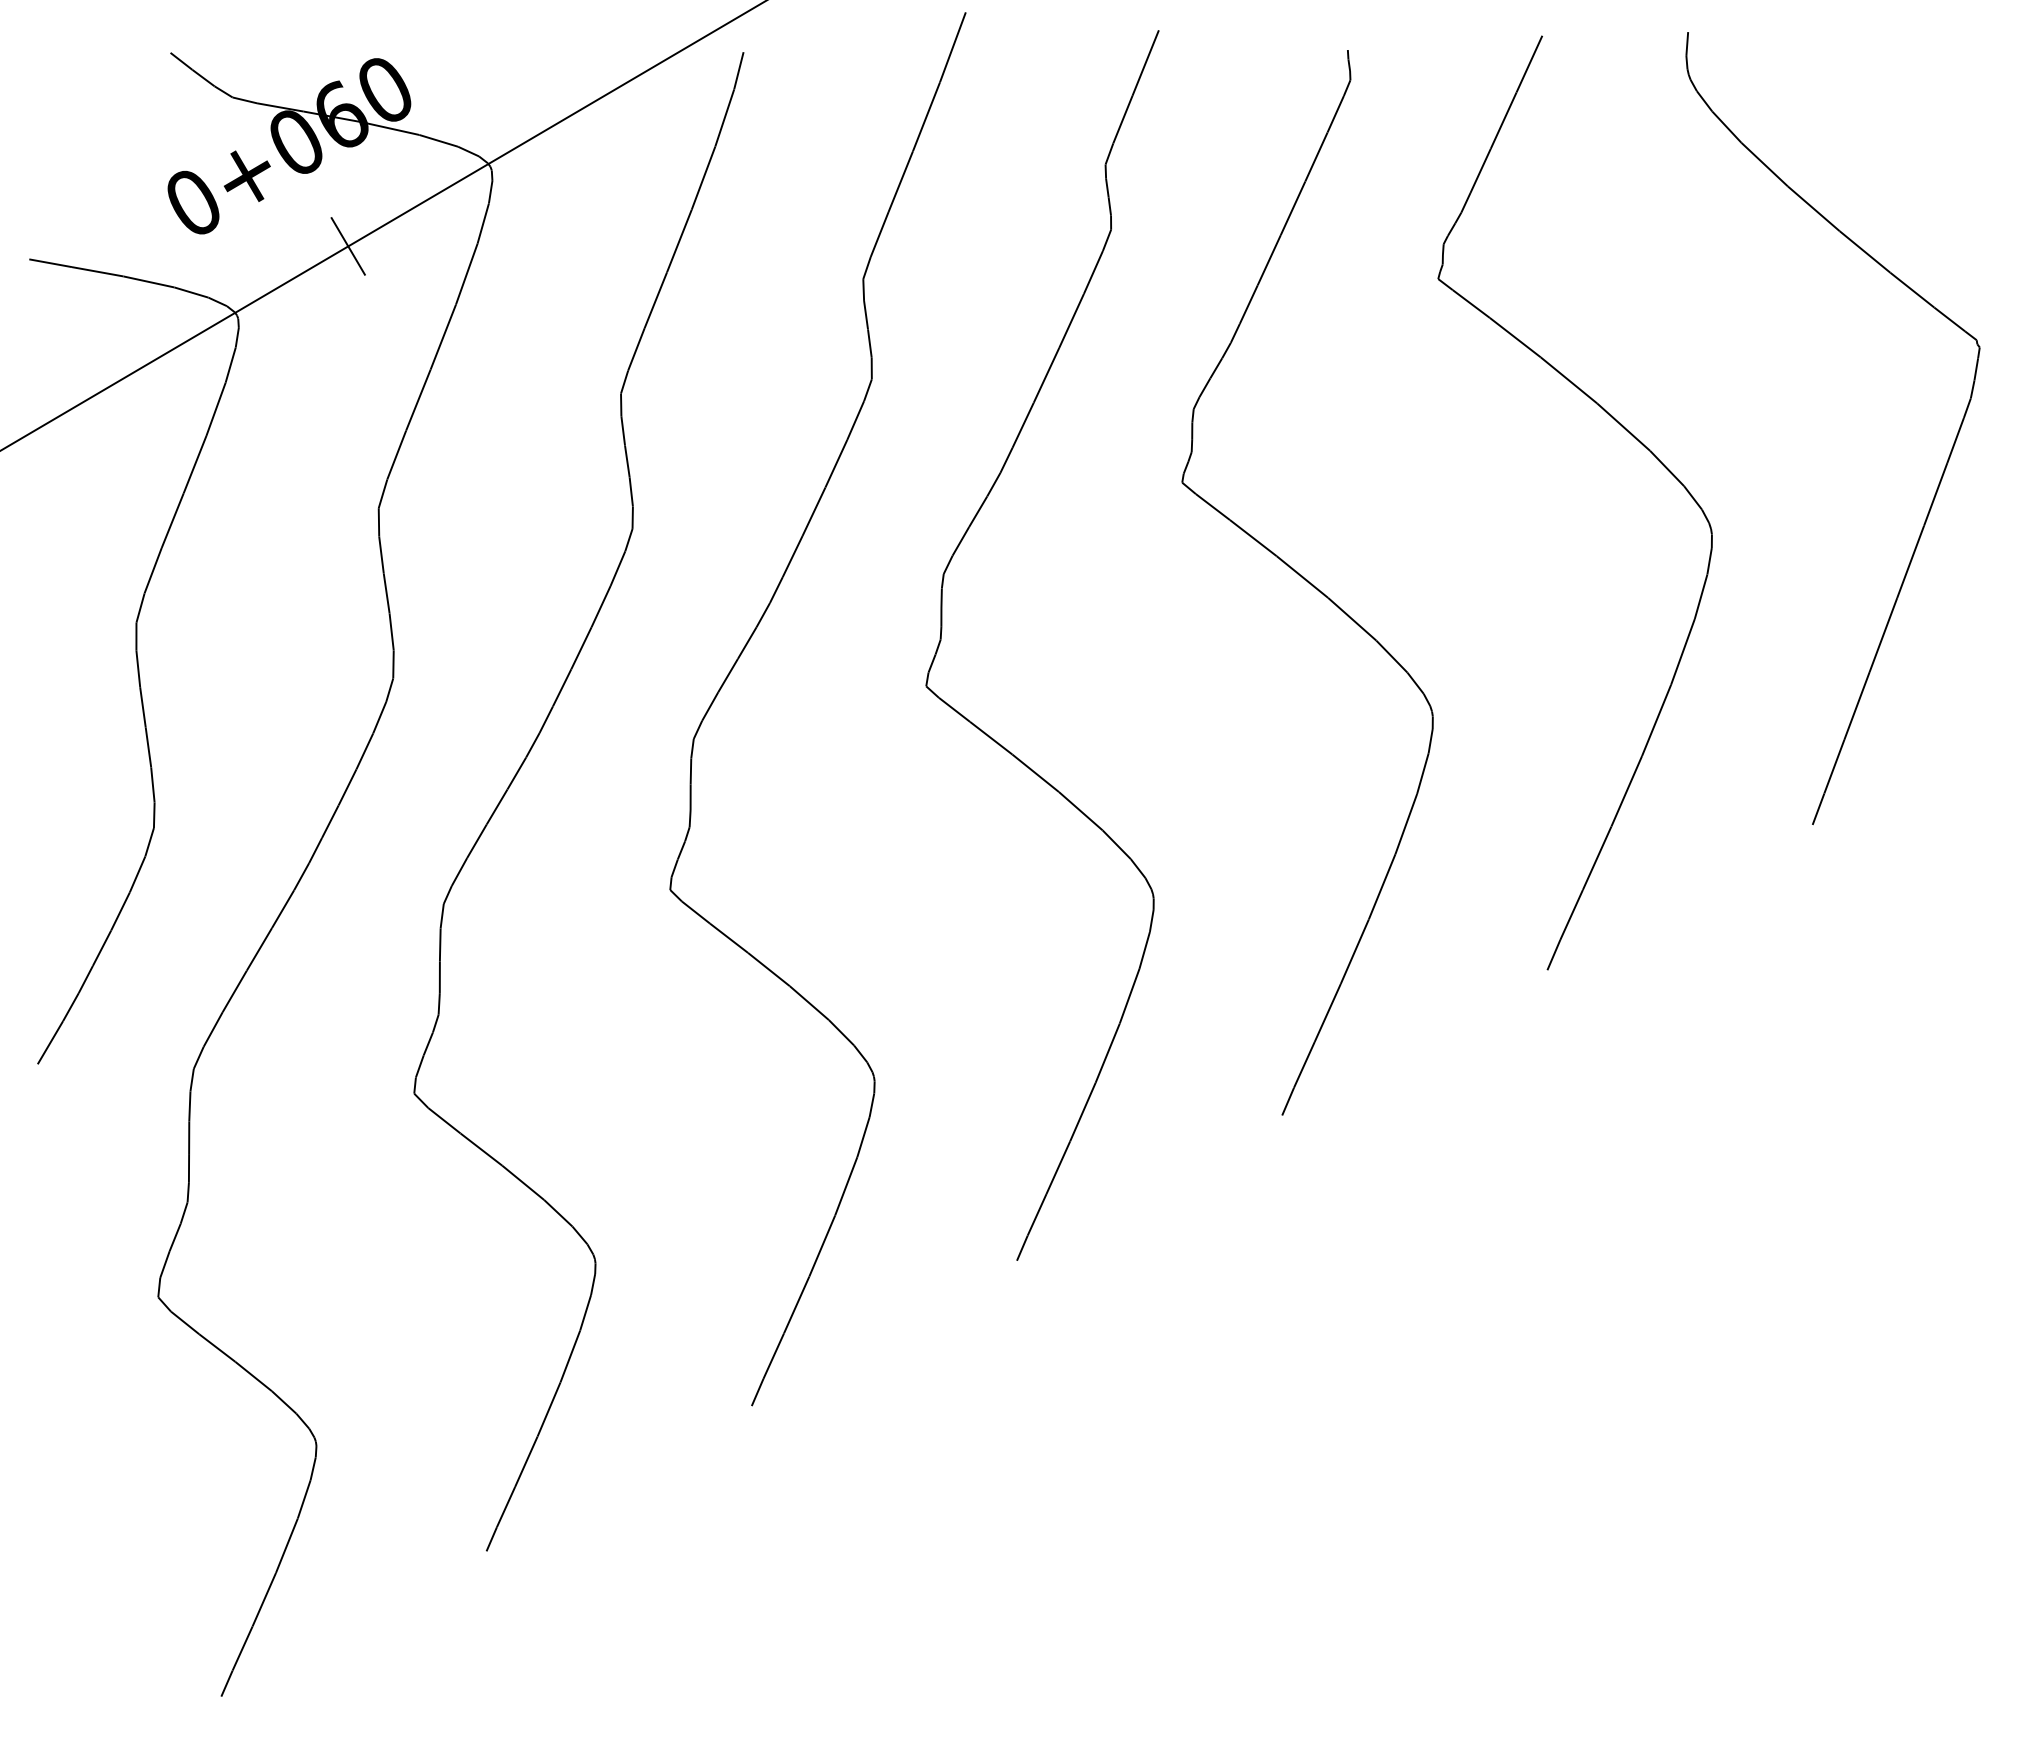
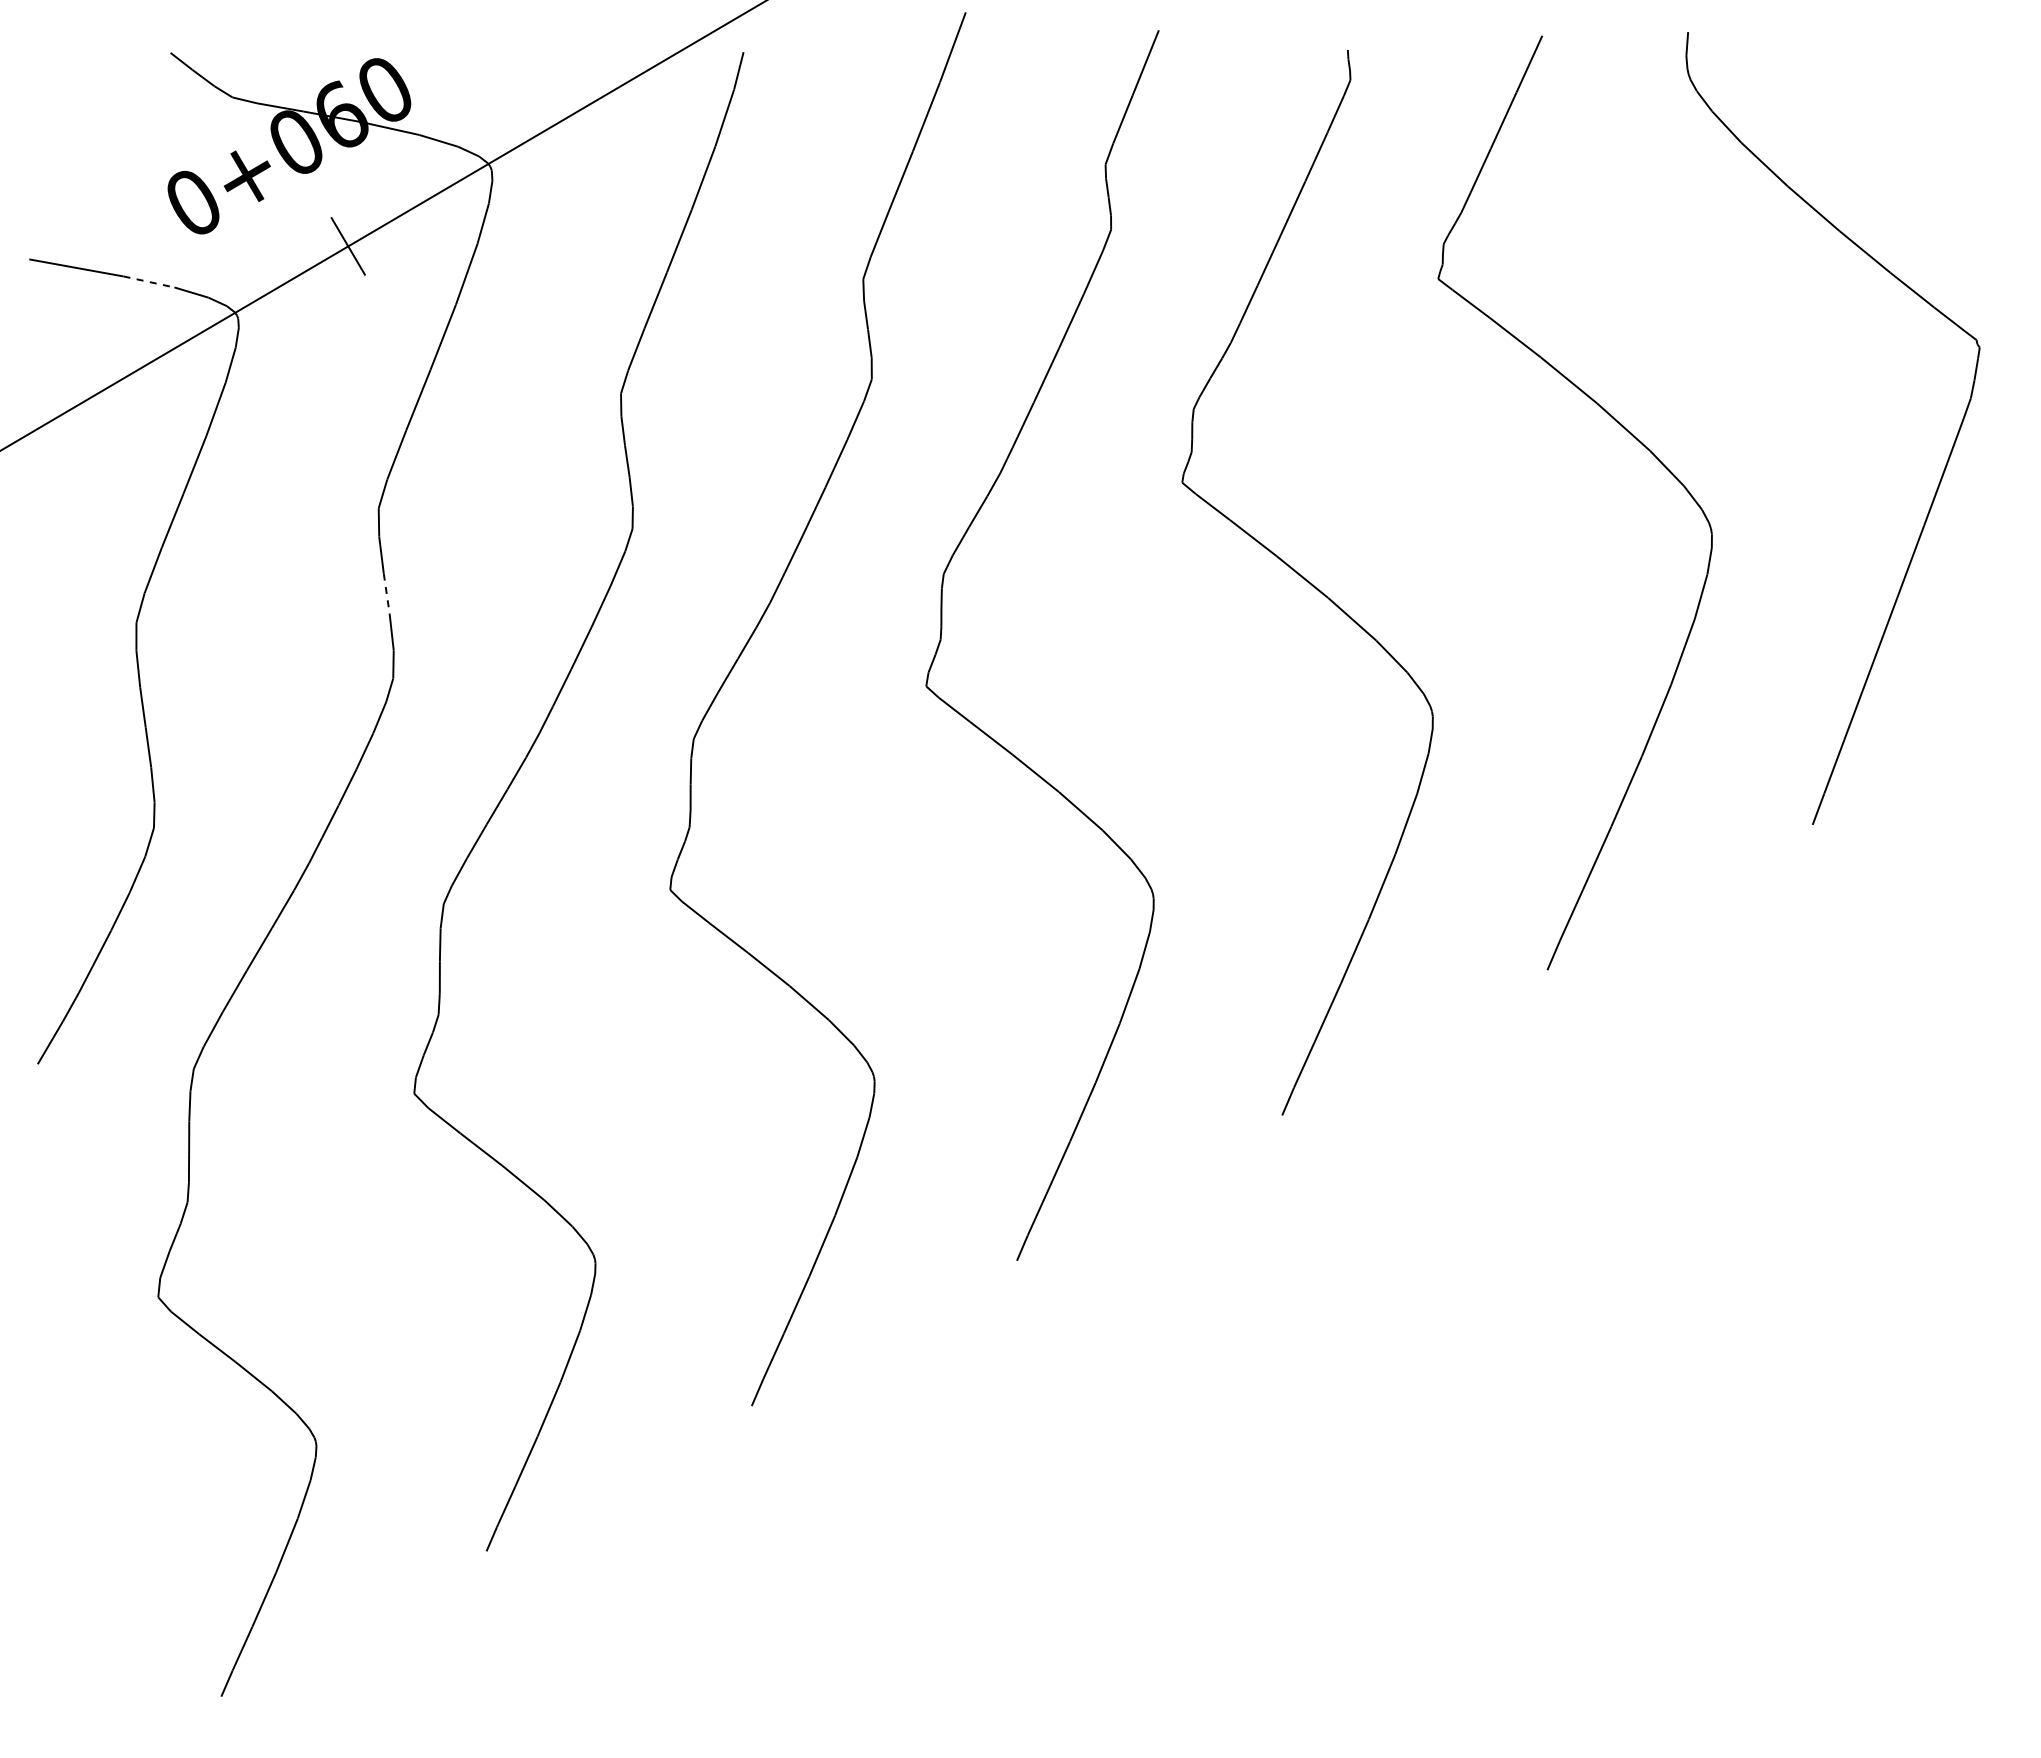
line at (149, 282): solid -> dashed
line at (386, 594): solid -> dashed
